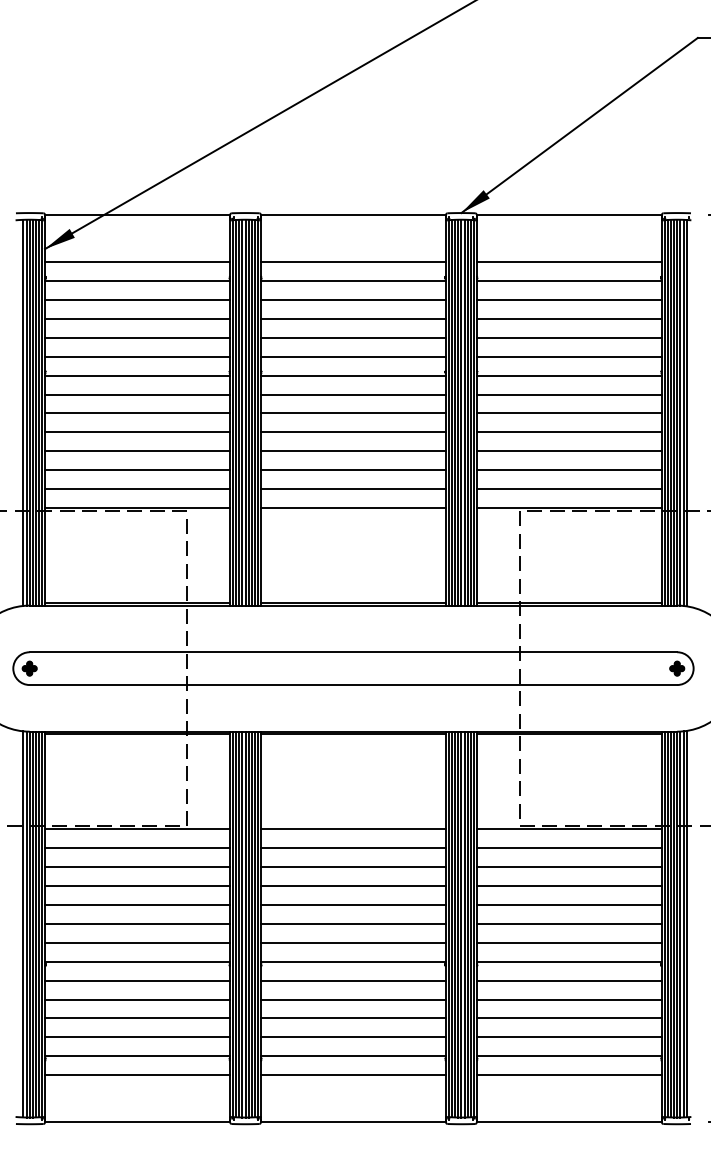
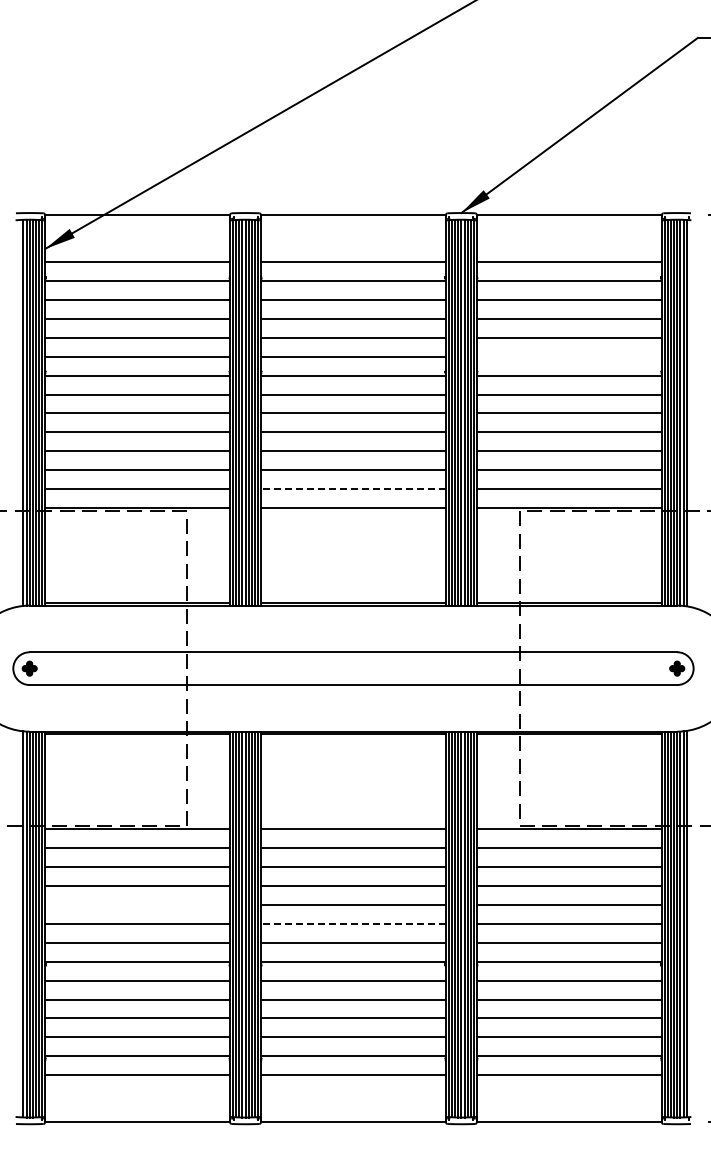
line at (568, 356): present -> none
line at (353, 489): solid -> dashed
line at (137, 904): present -> none
line at (353, 923): solid -> dashed
